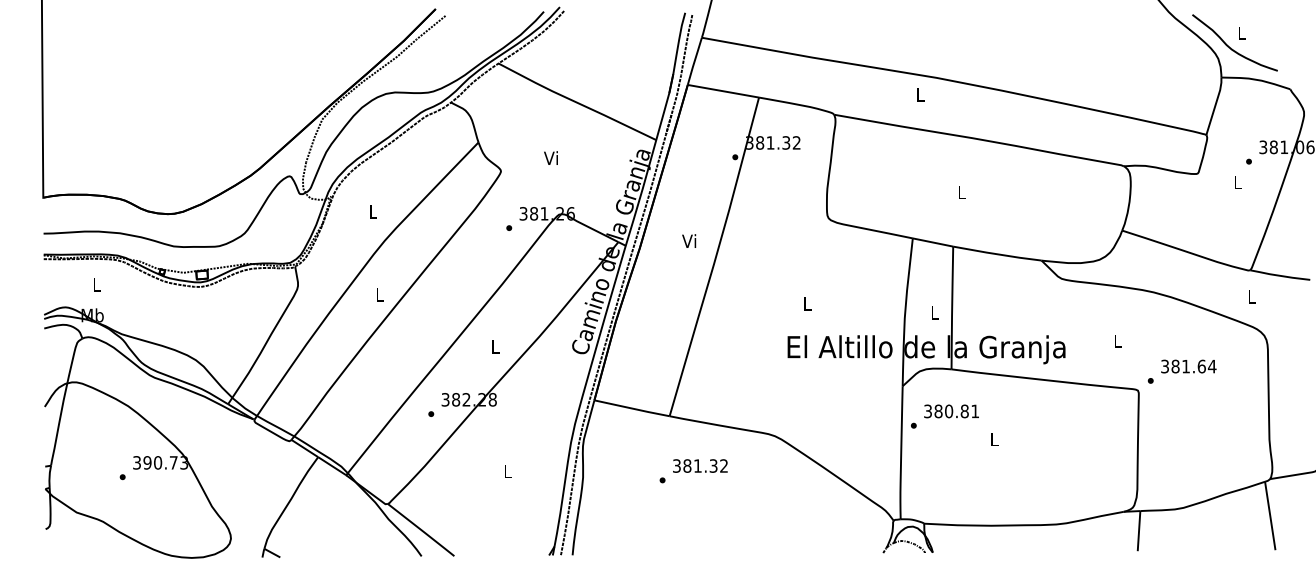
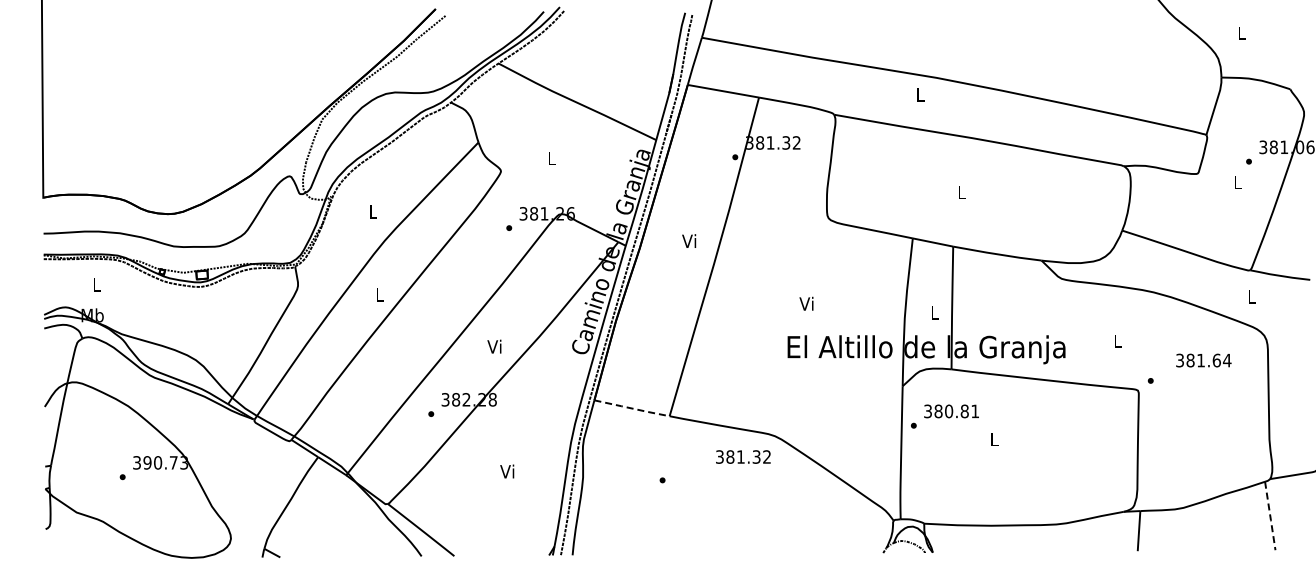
curve at (1232, 48): present -> none
text at (550, 157): Vi -> L
text at (806, 303): L -> Vi
text at (494, 346): L -> Vi
text at (1188, 366) position: (1188, 366) -> (1203, 360)
line at (631, 408): solid -> dashed
text at (700, 465) position: (700, 465) -> (743, 456)
text at (507, 471): L -> Vi
line at (1270, 516): solid -> dashed
